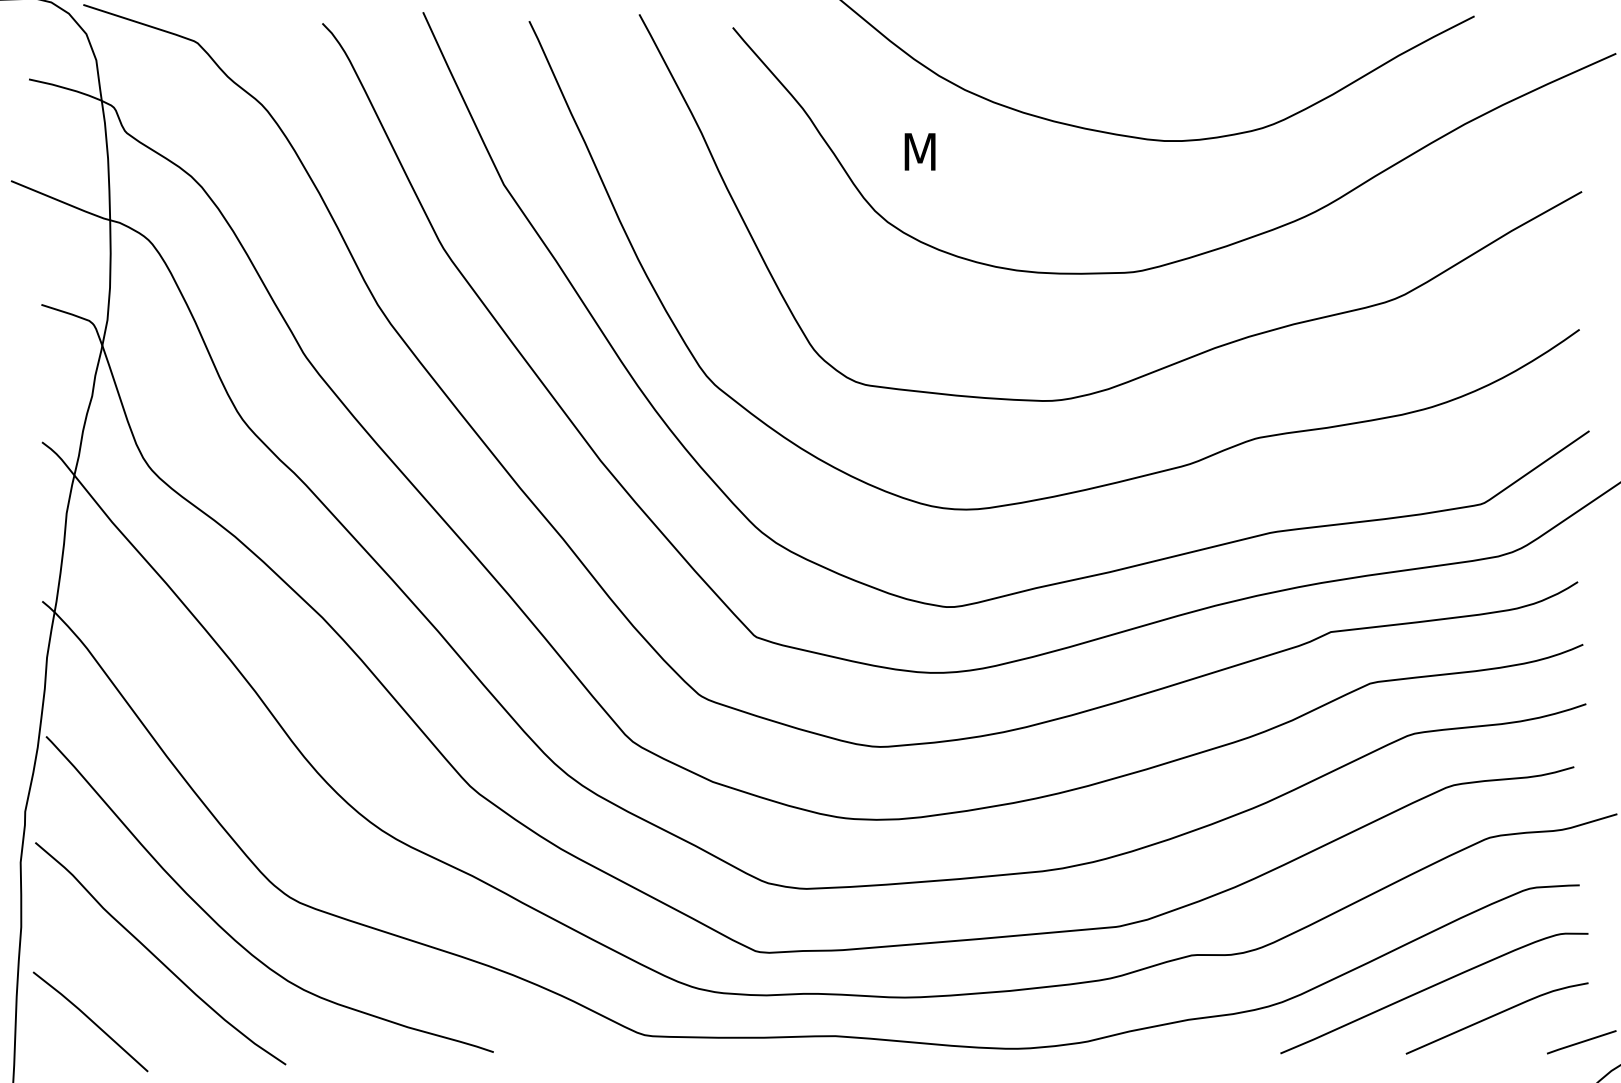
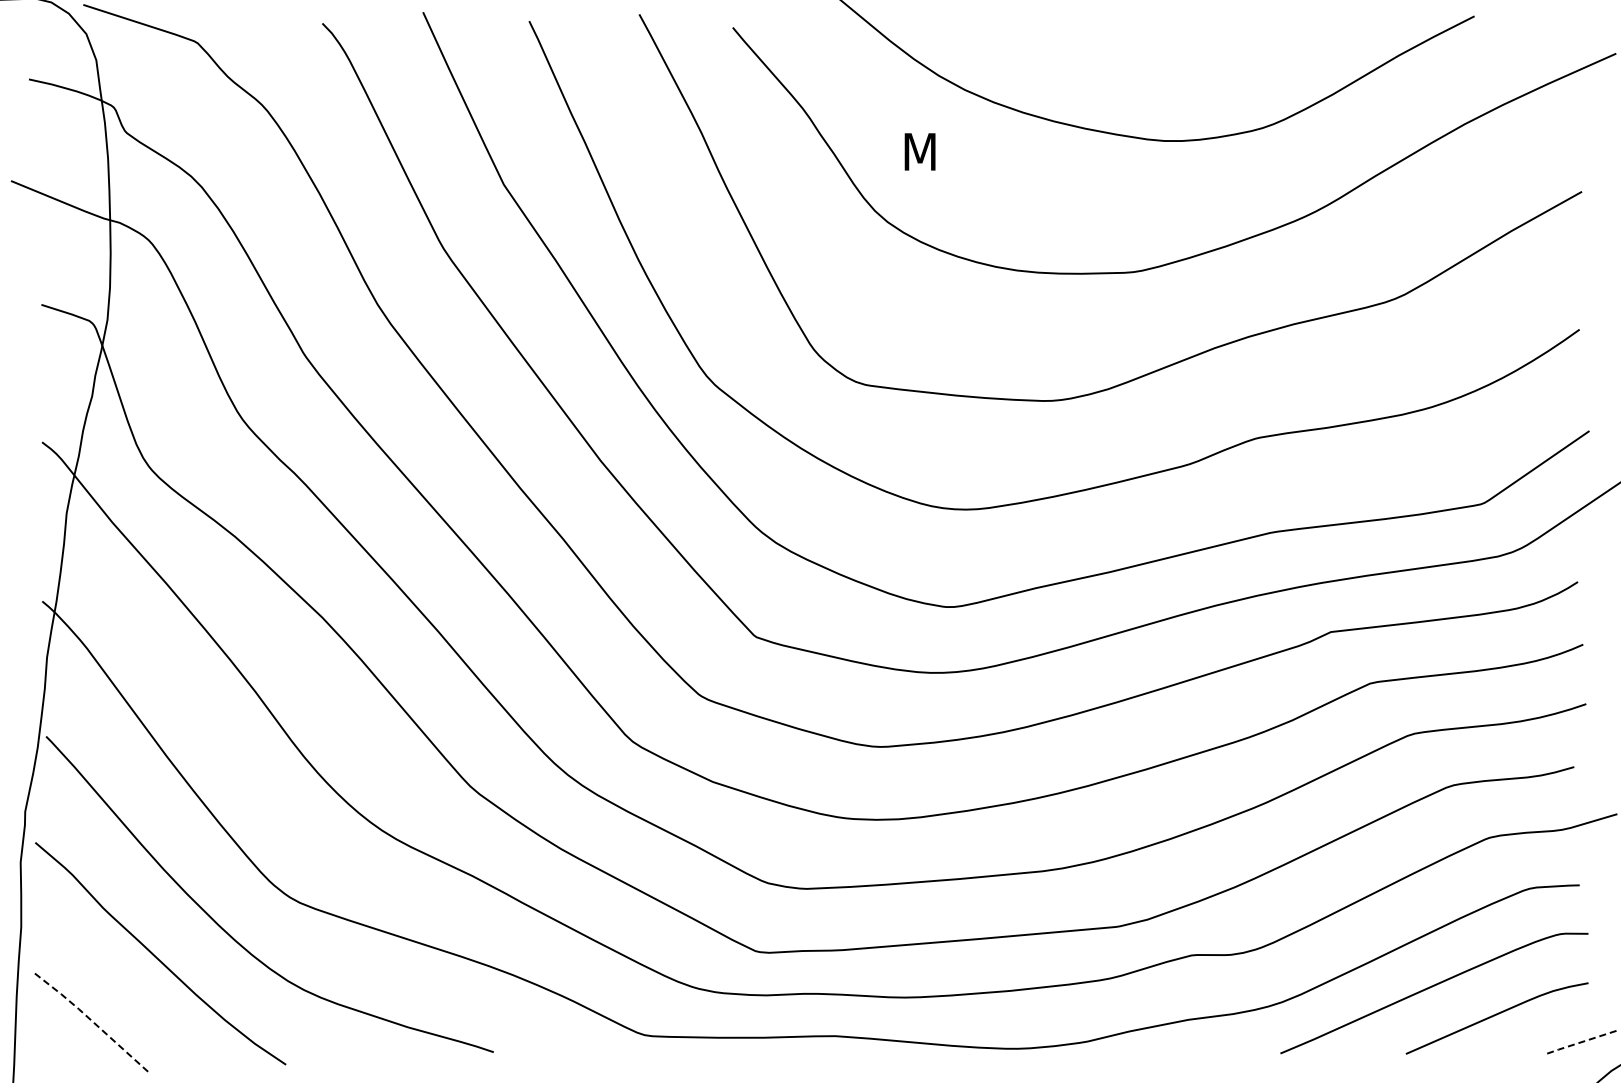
line at (90, 1019): solid -> dashed
line at (1580, 1042): solid -> dashed
